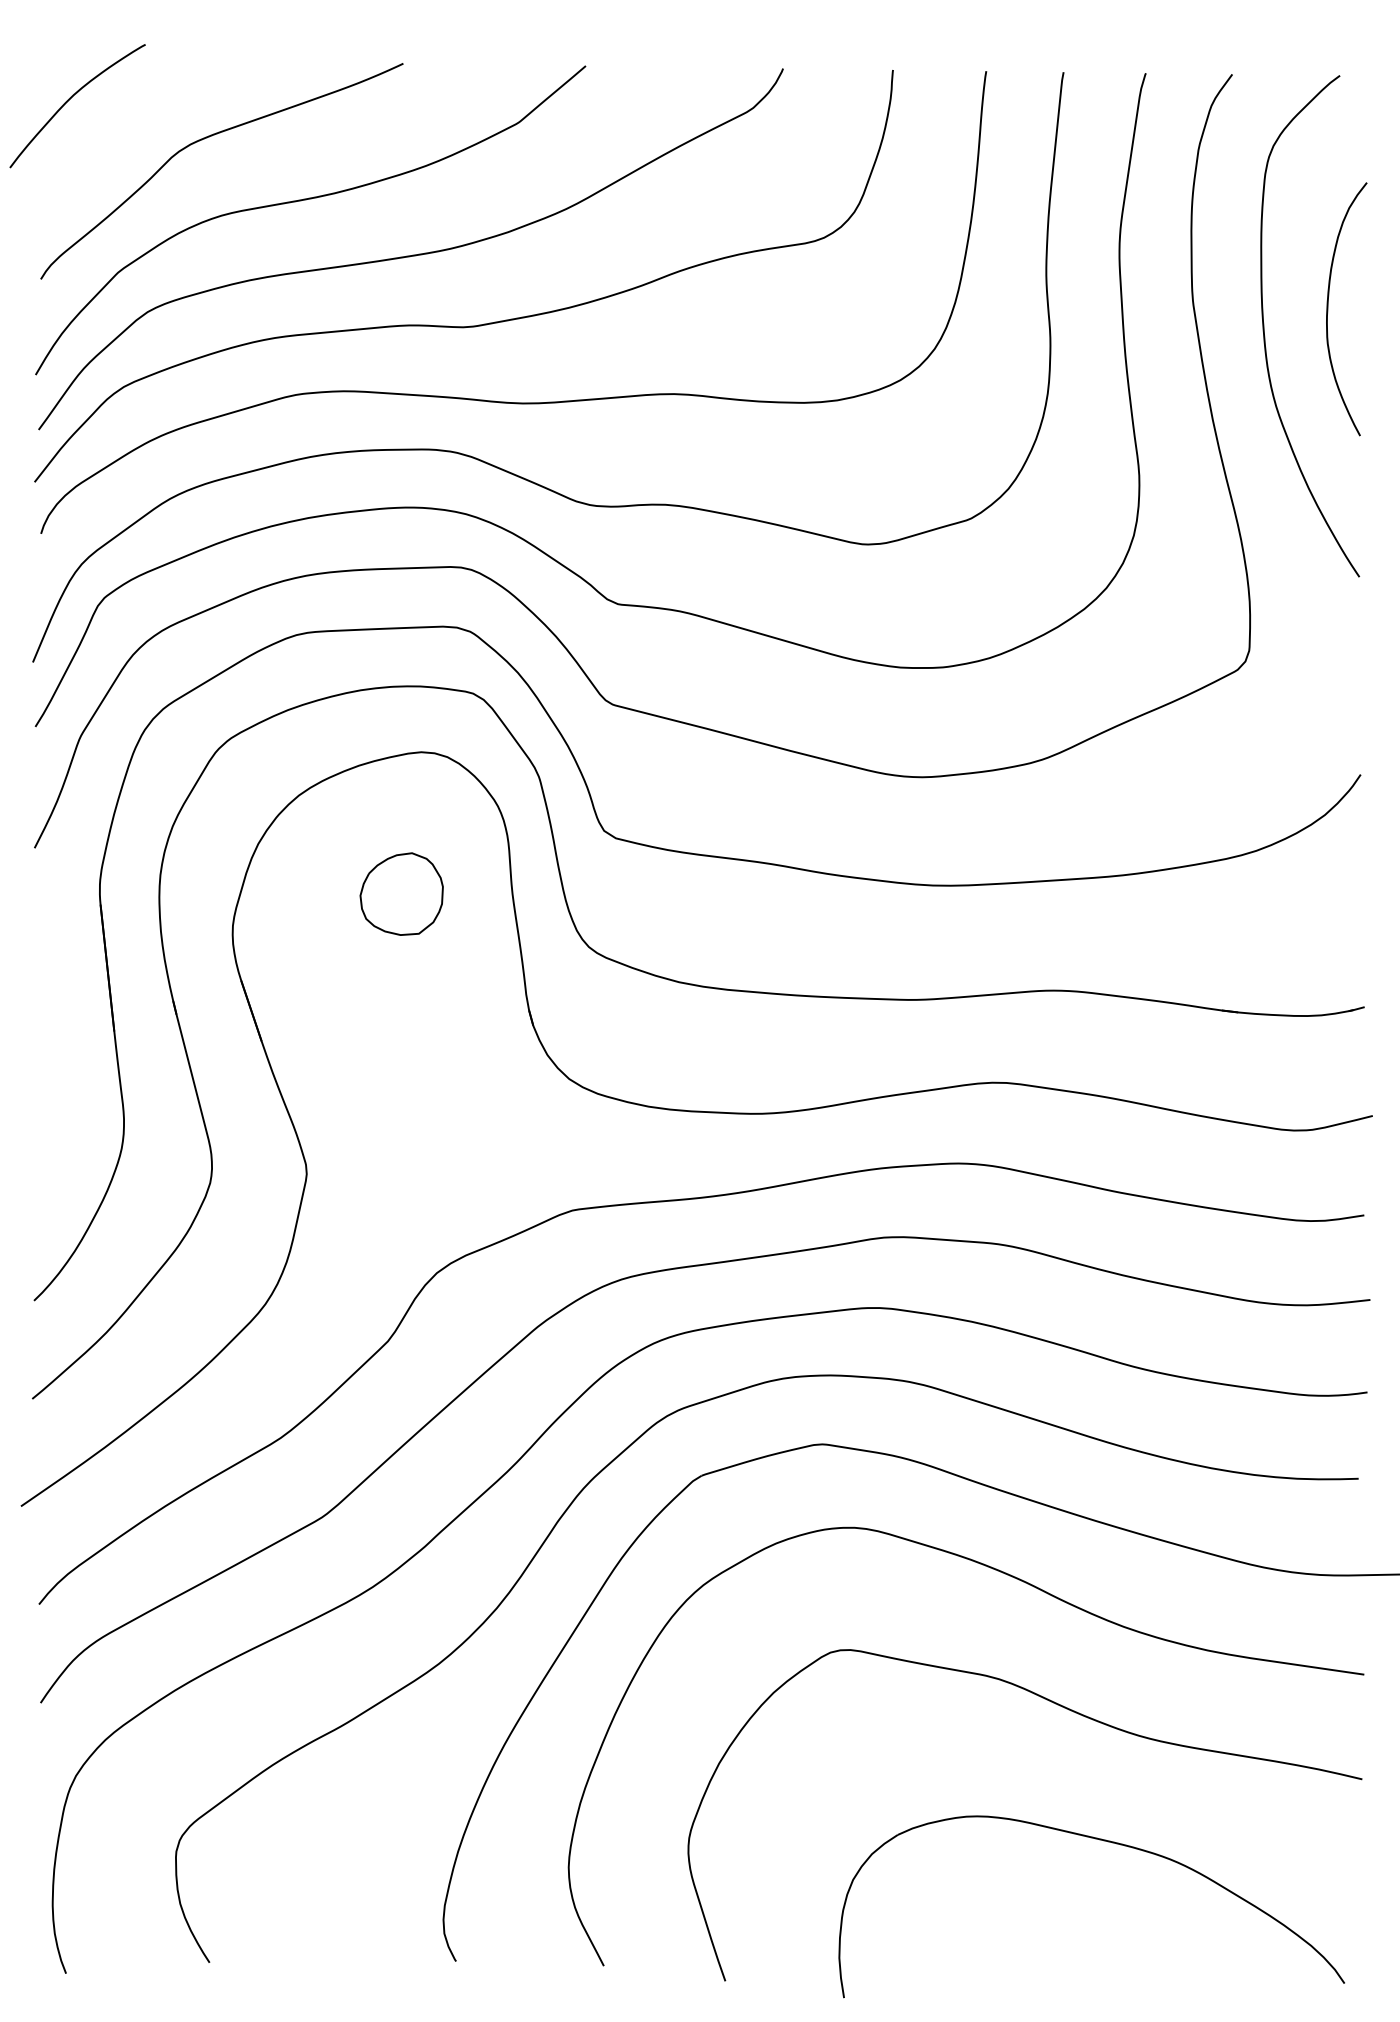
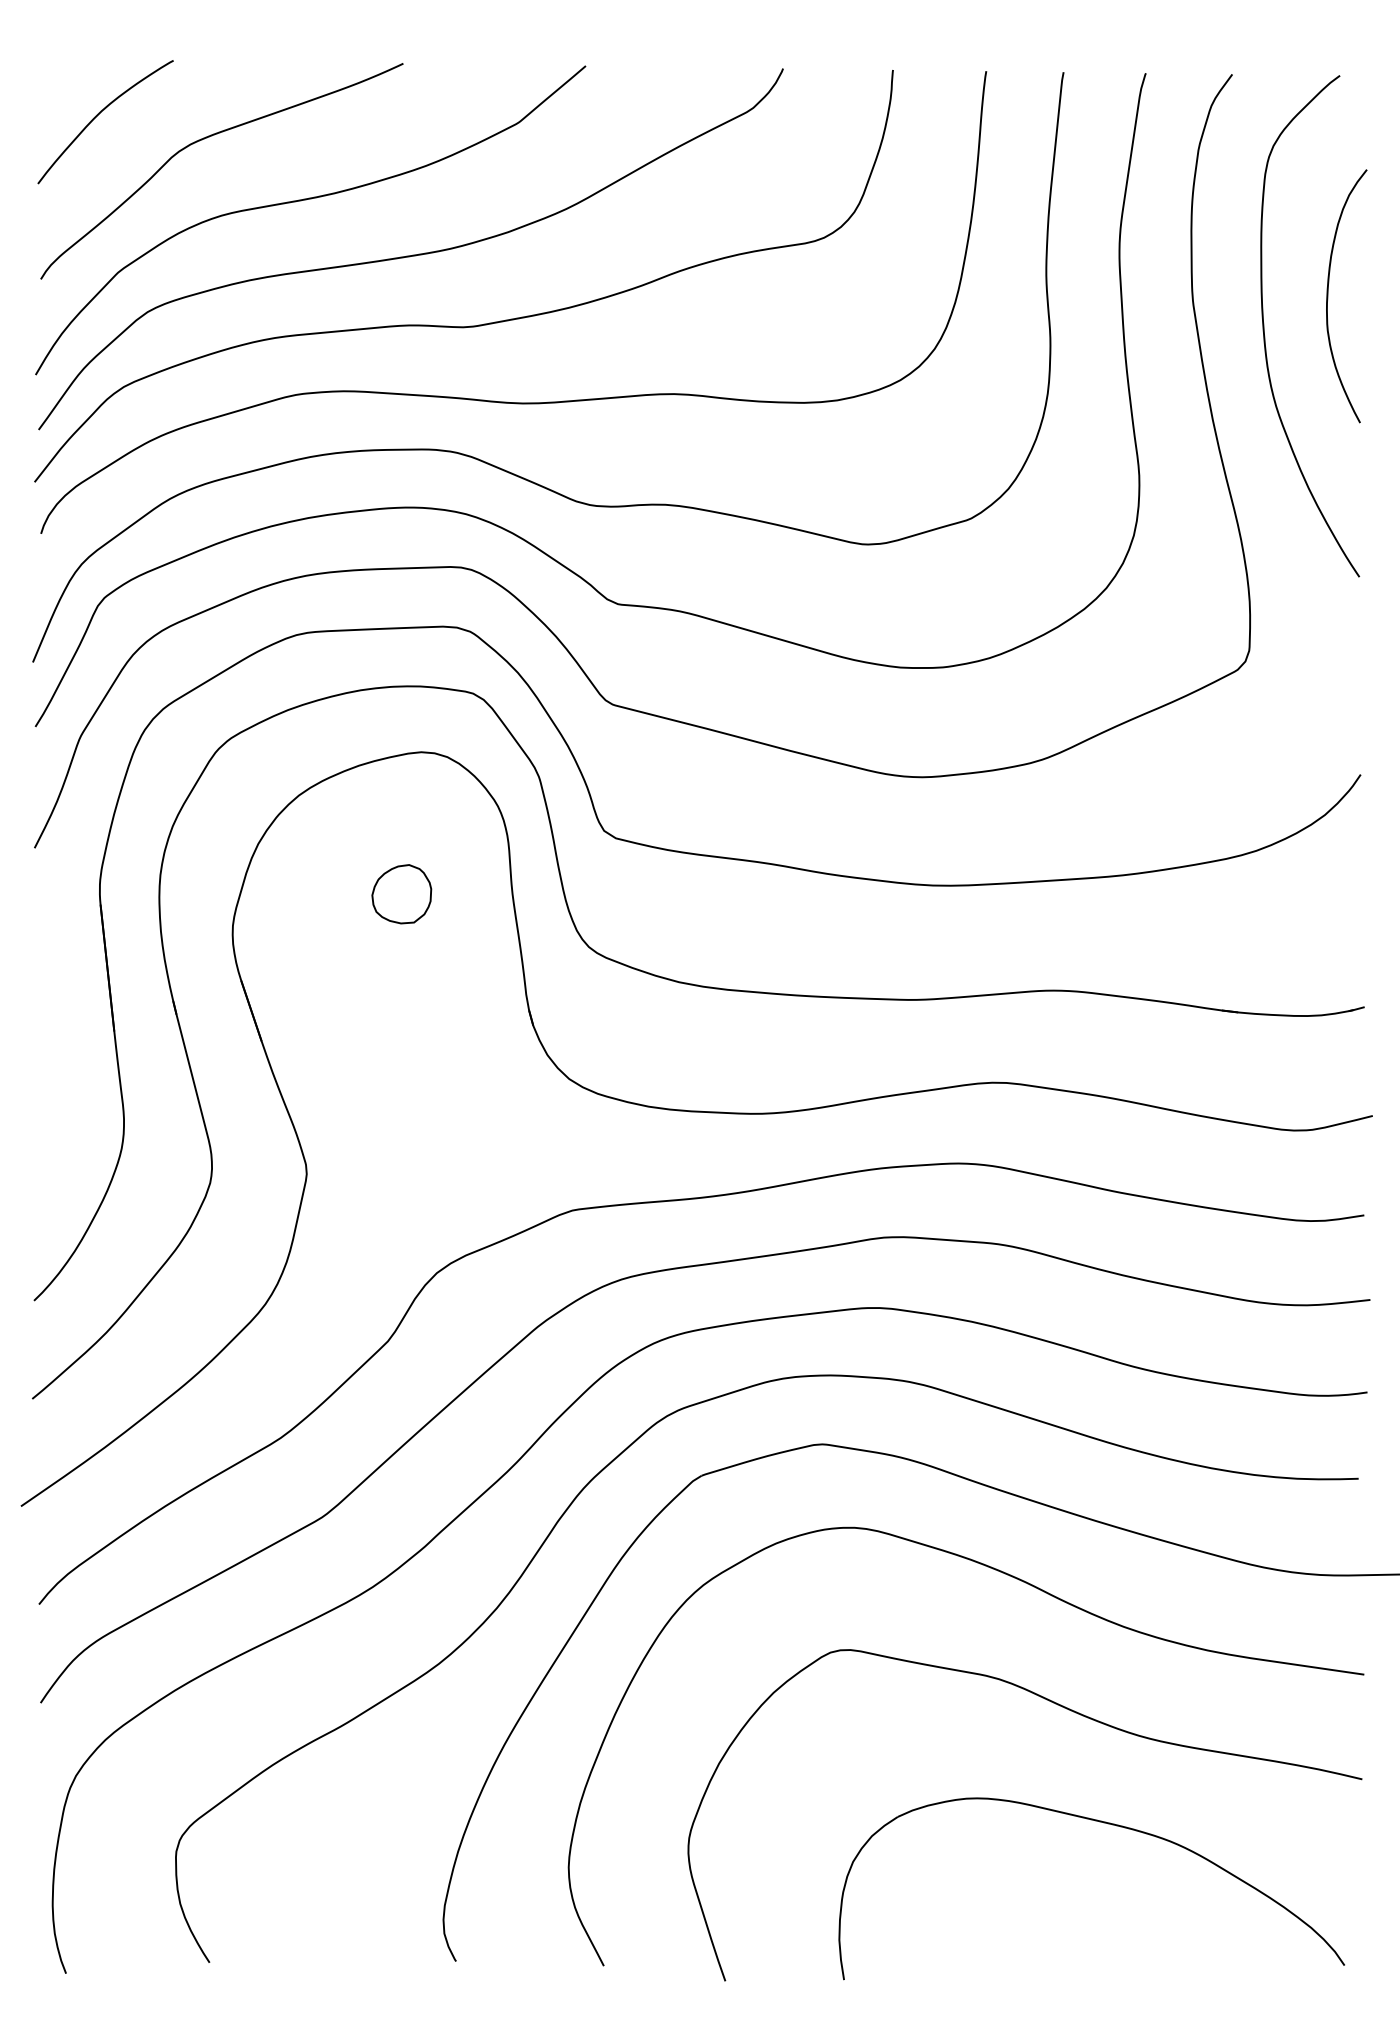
curve at (70, 99) position: (70, 99) -> (98, 115)
curve at (1328, 309) position: (1328, 309) -> (1328, 296)
part at (401, 893) size: 85x84 px -> 62x61 px
part at (1103, 1841) position: (1103, 1841) -> (1103, 1823)
